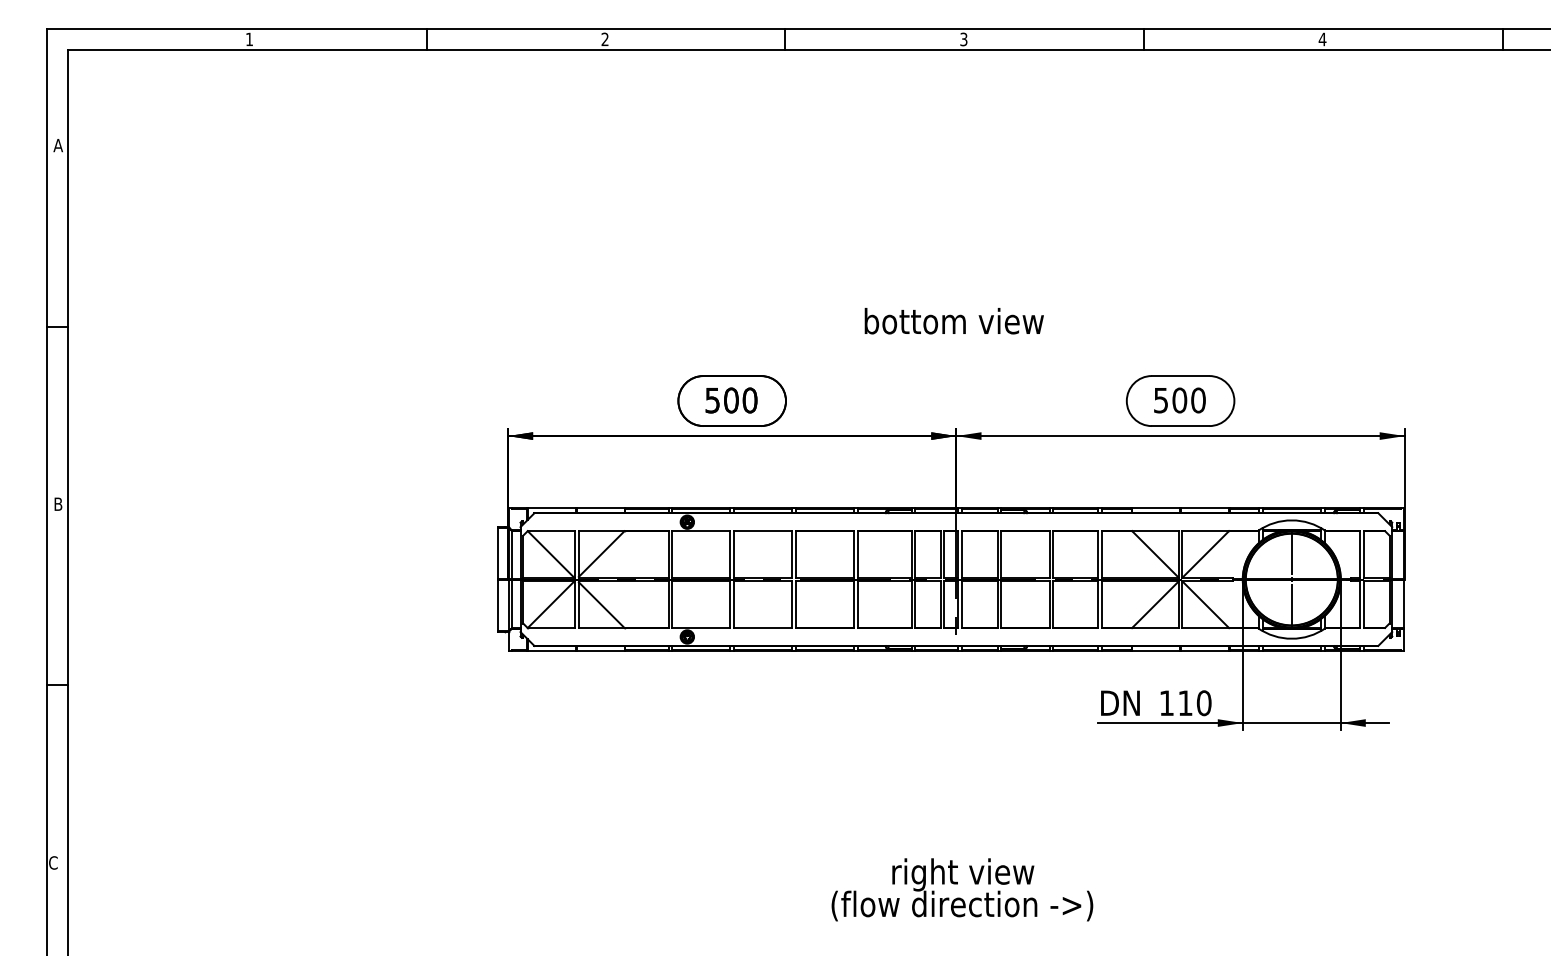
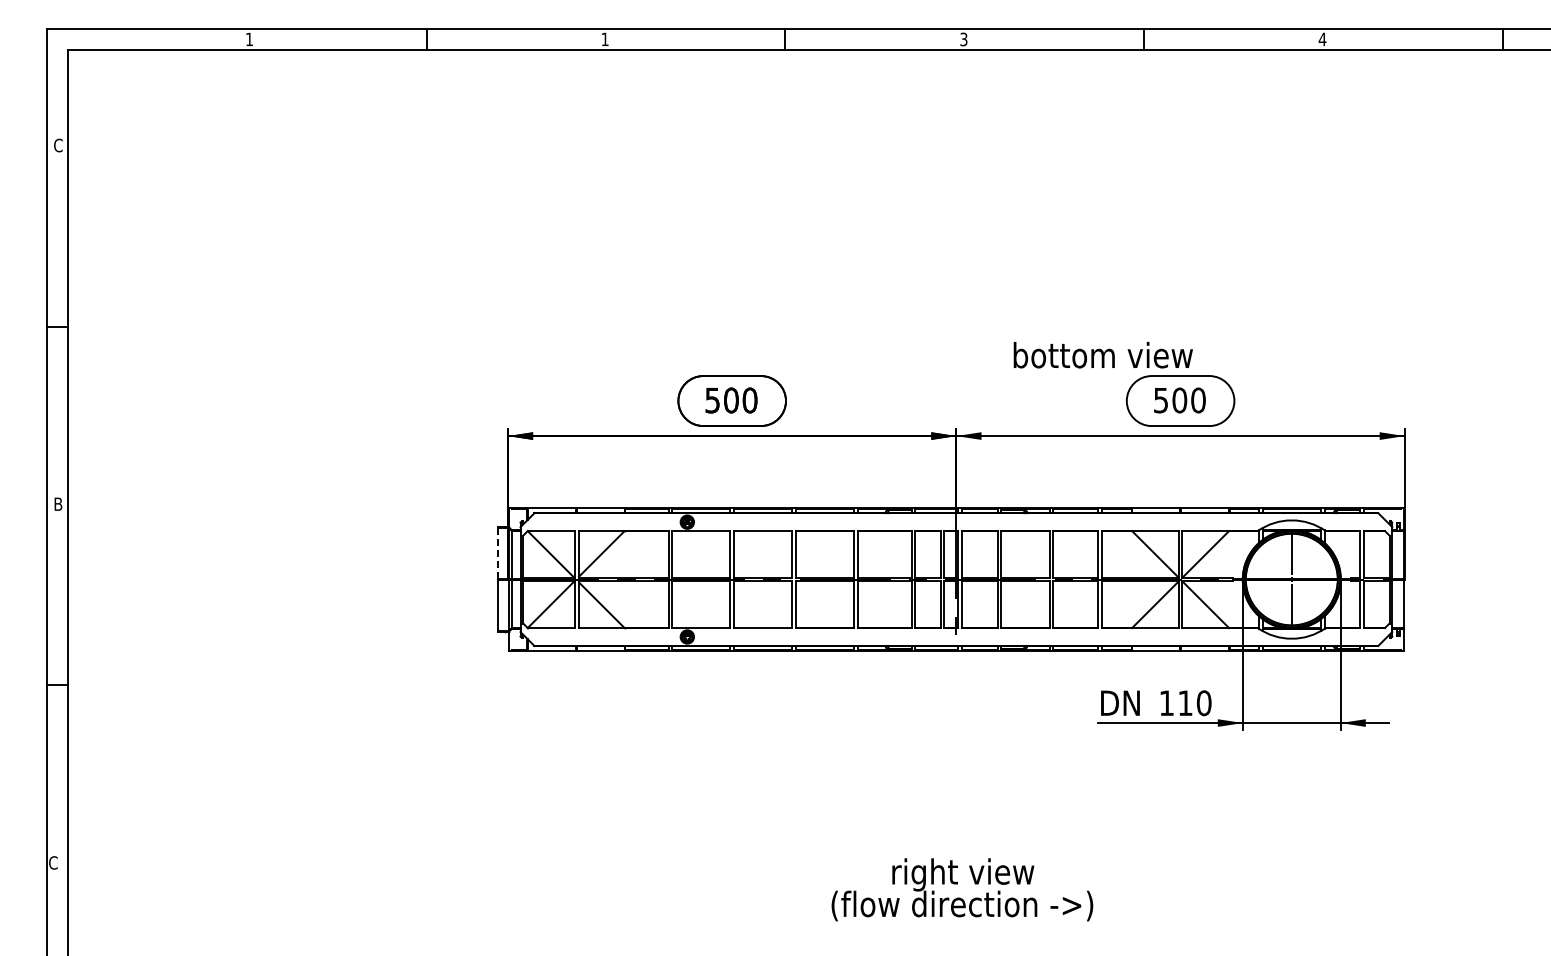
text at (604, 38): 2 -> 1
text at (57, 145): A -> C
text at (953, 321) position: (953, 321) -> (1102, 355)
line at (498, 553): solid -> dashed
